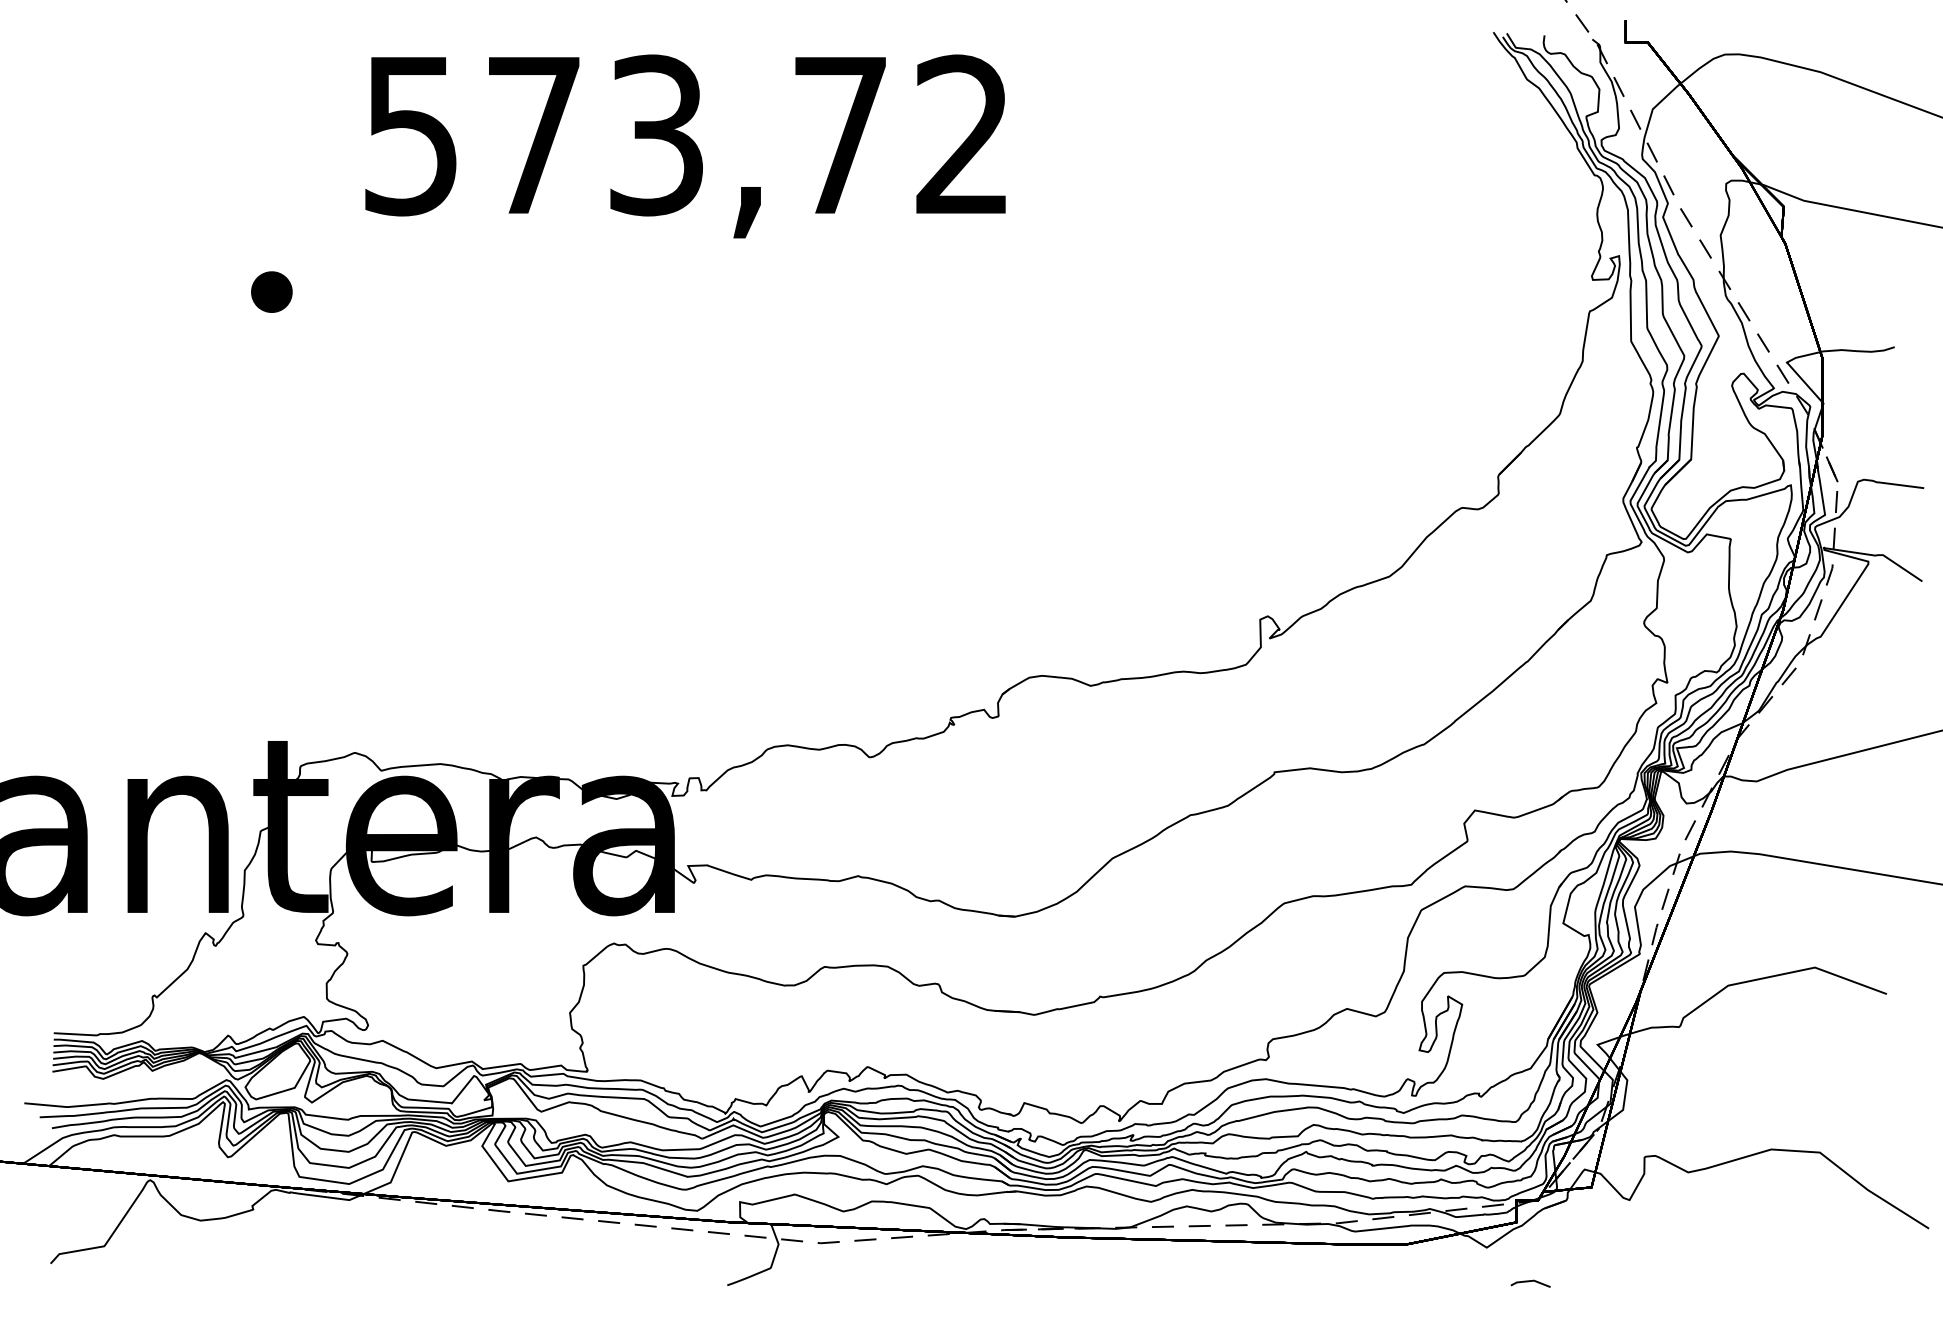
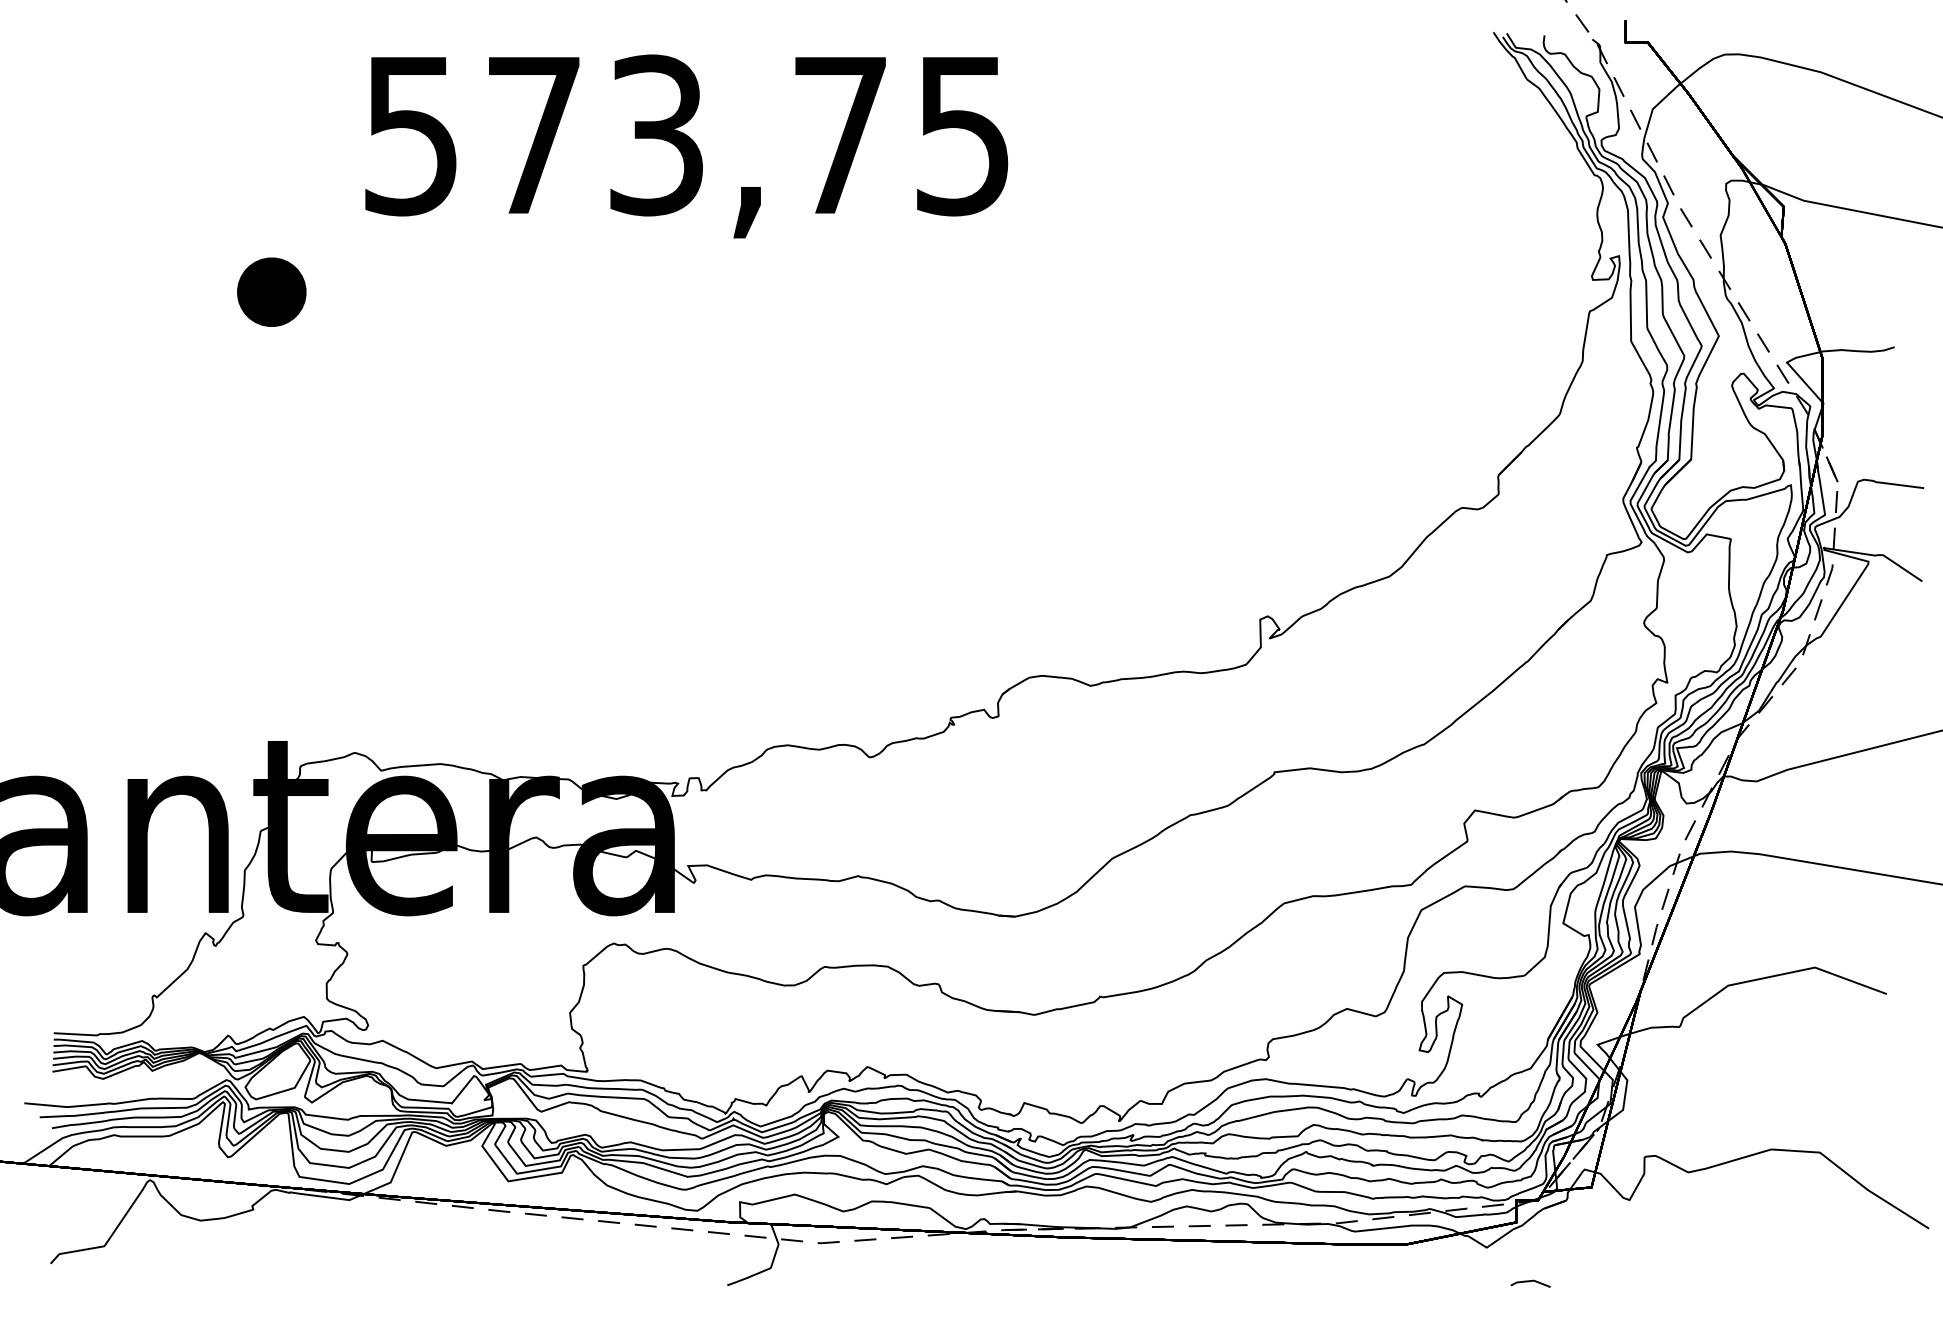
text at (962, 135): 573,72 -> 573,75
part at (271, 291) size: 42x42 px -> 70x70 px
